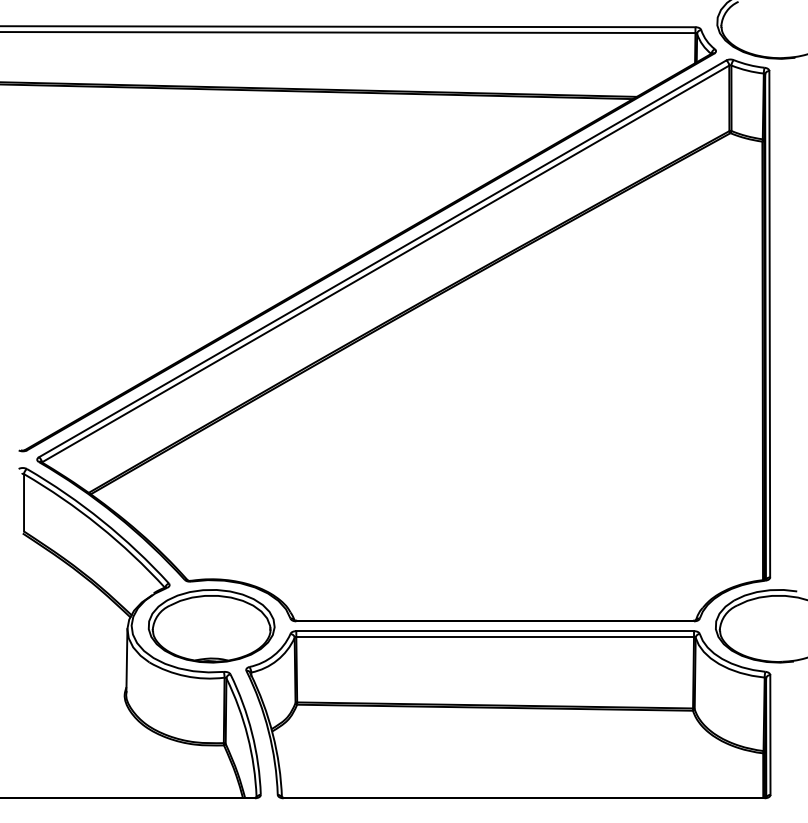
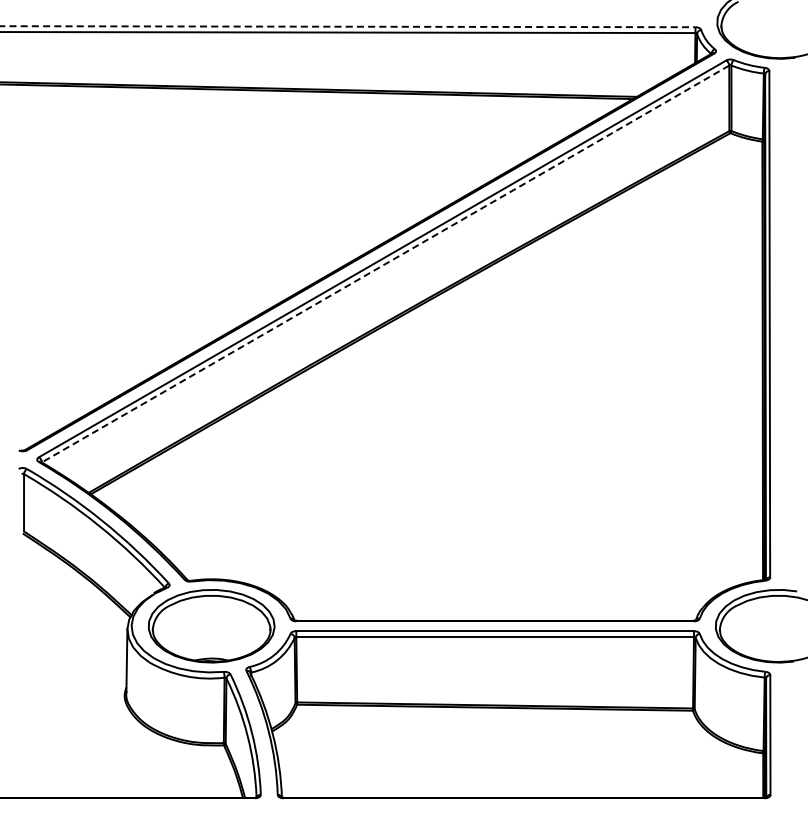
line at (348, 26): solid -> dashed
line at (385, 264): solid -> dashed
